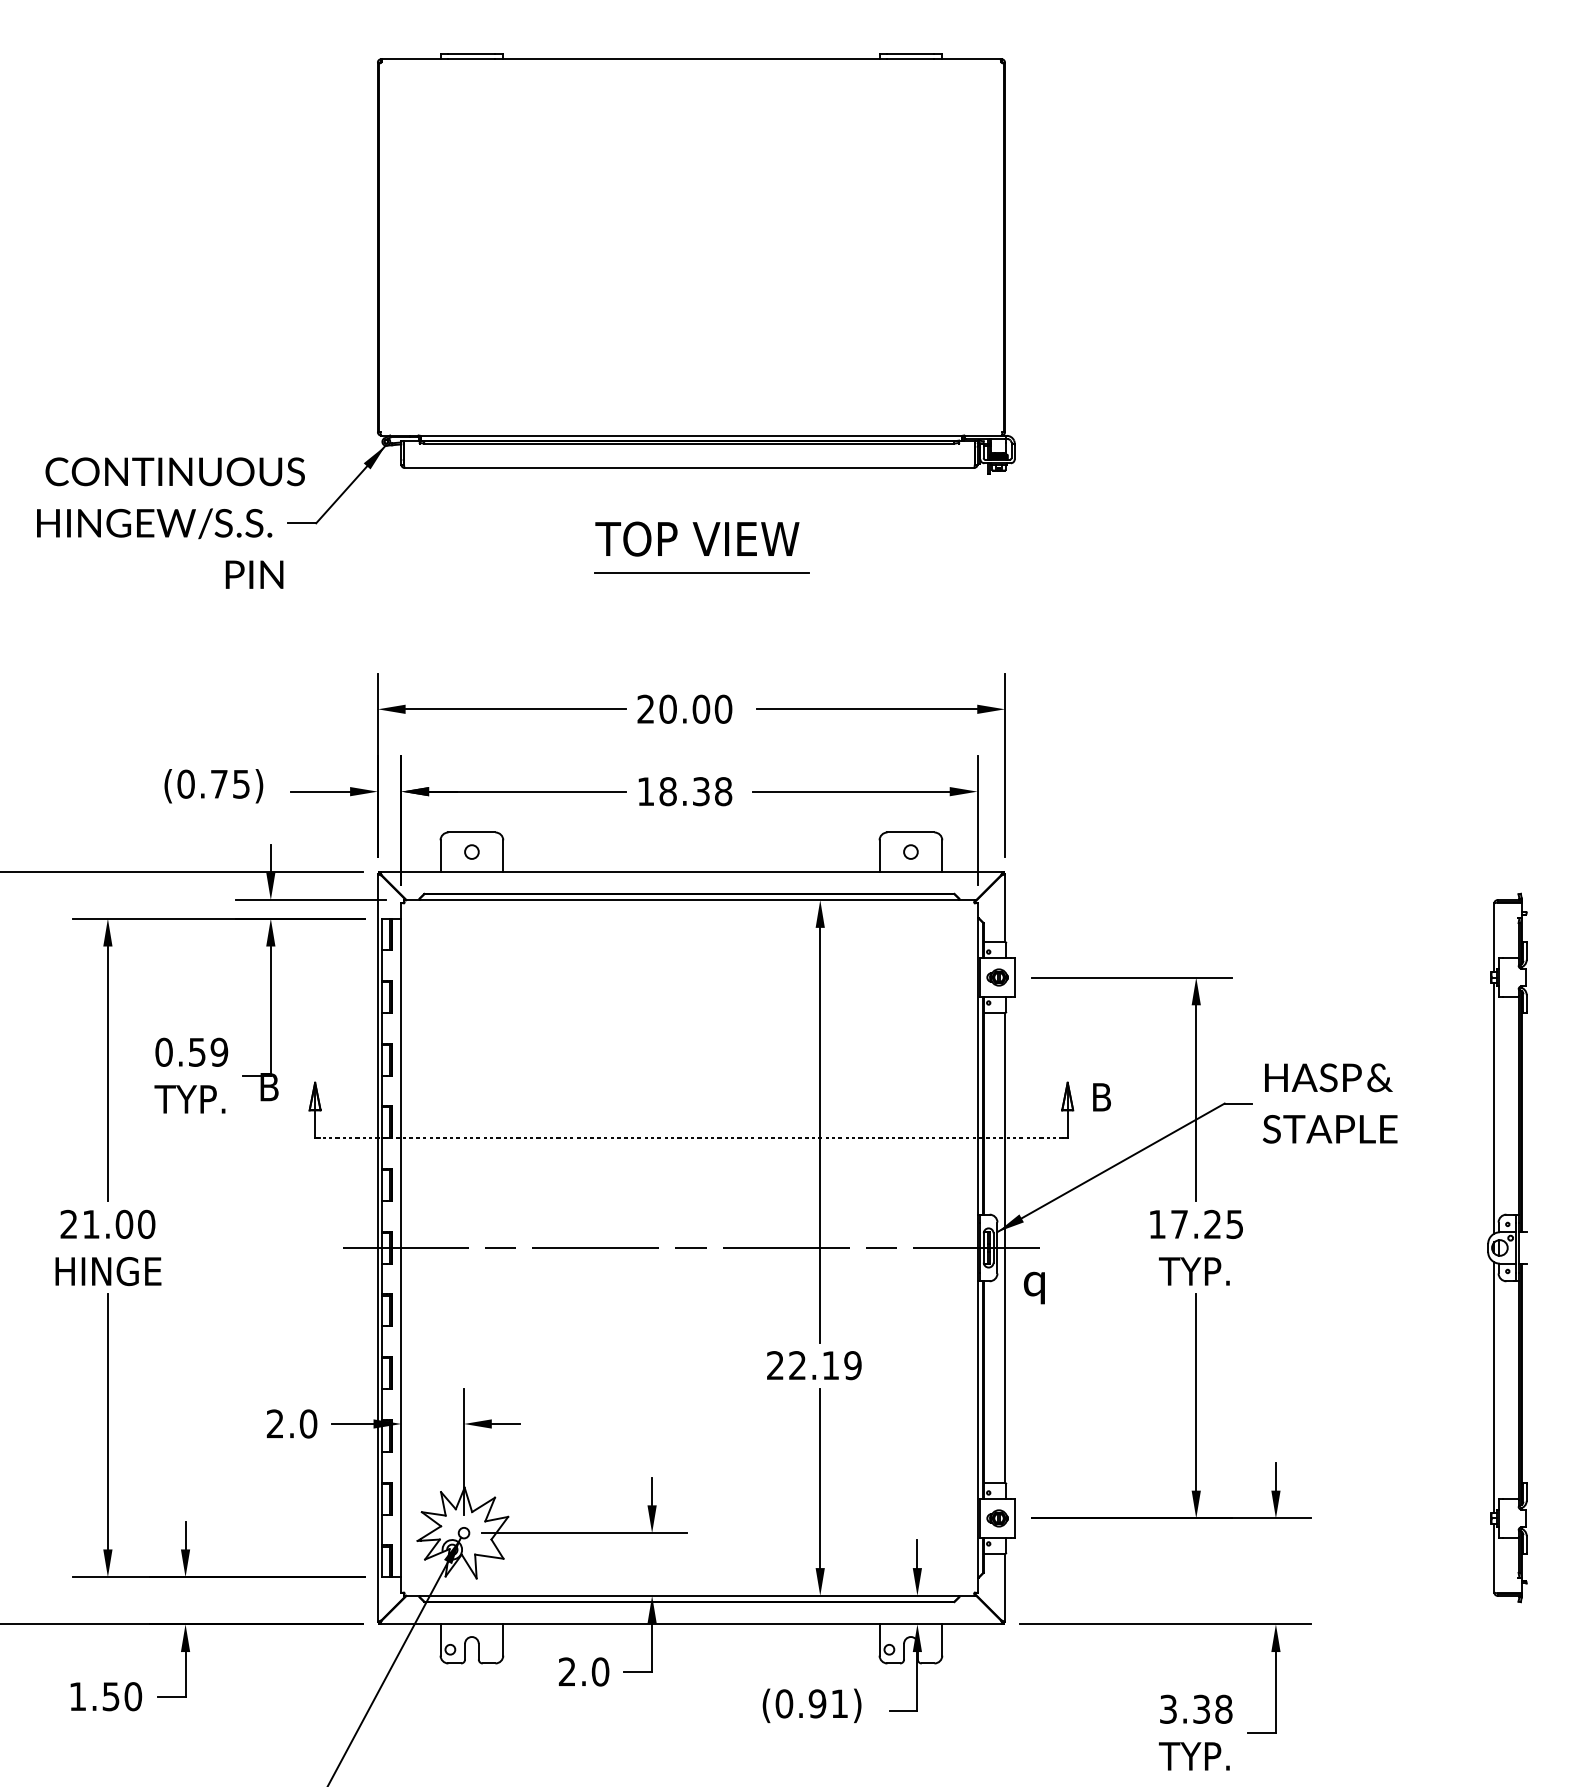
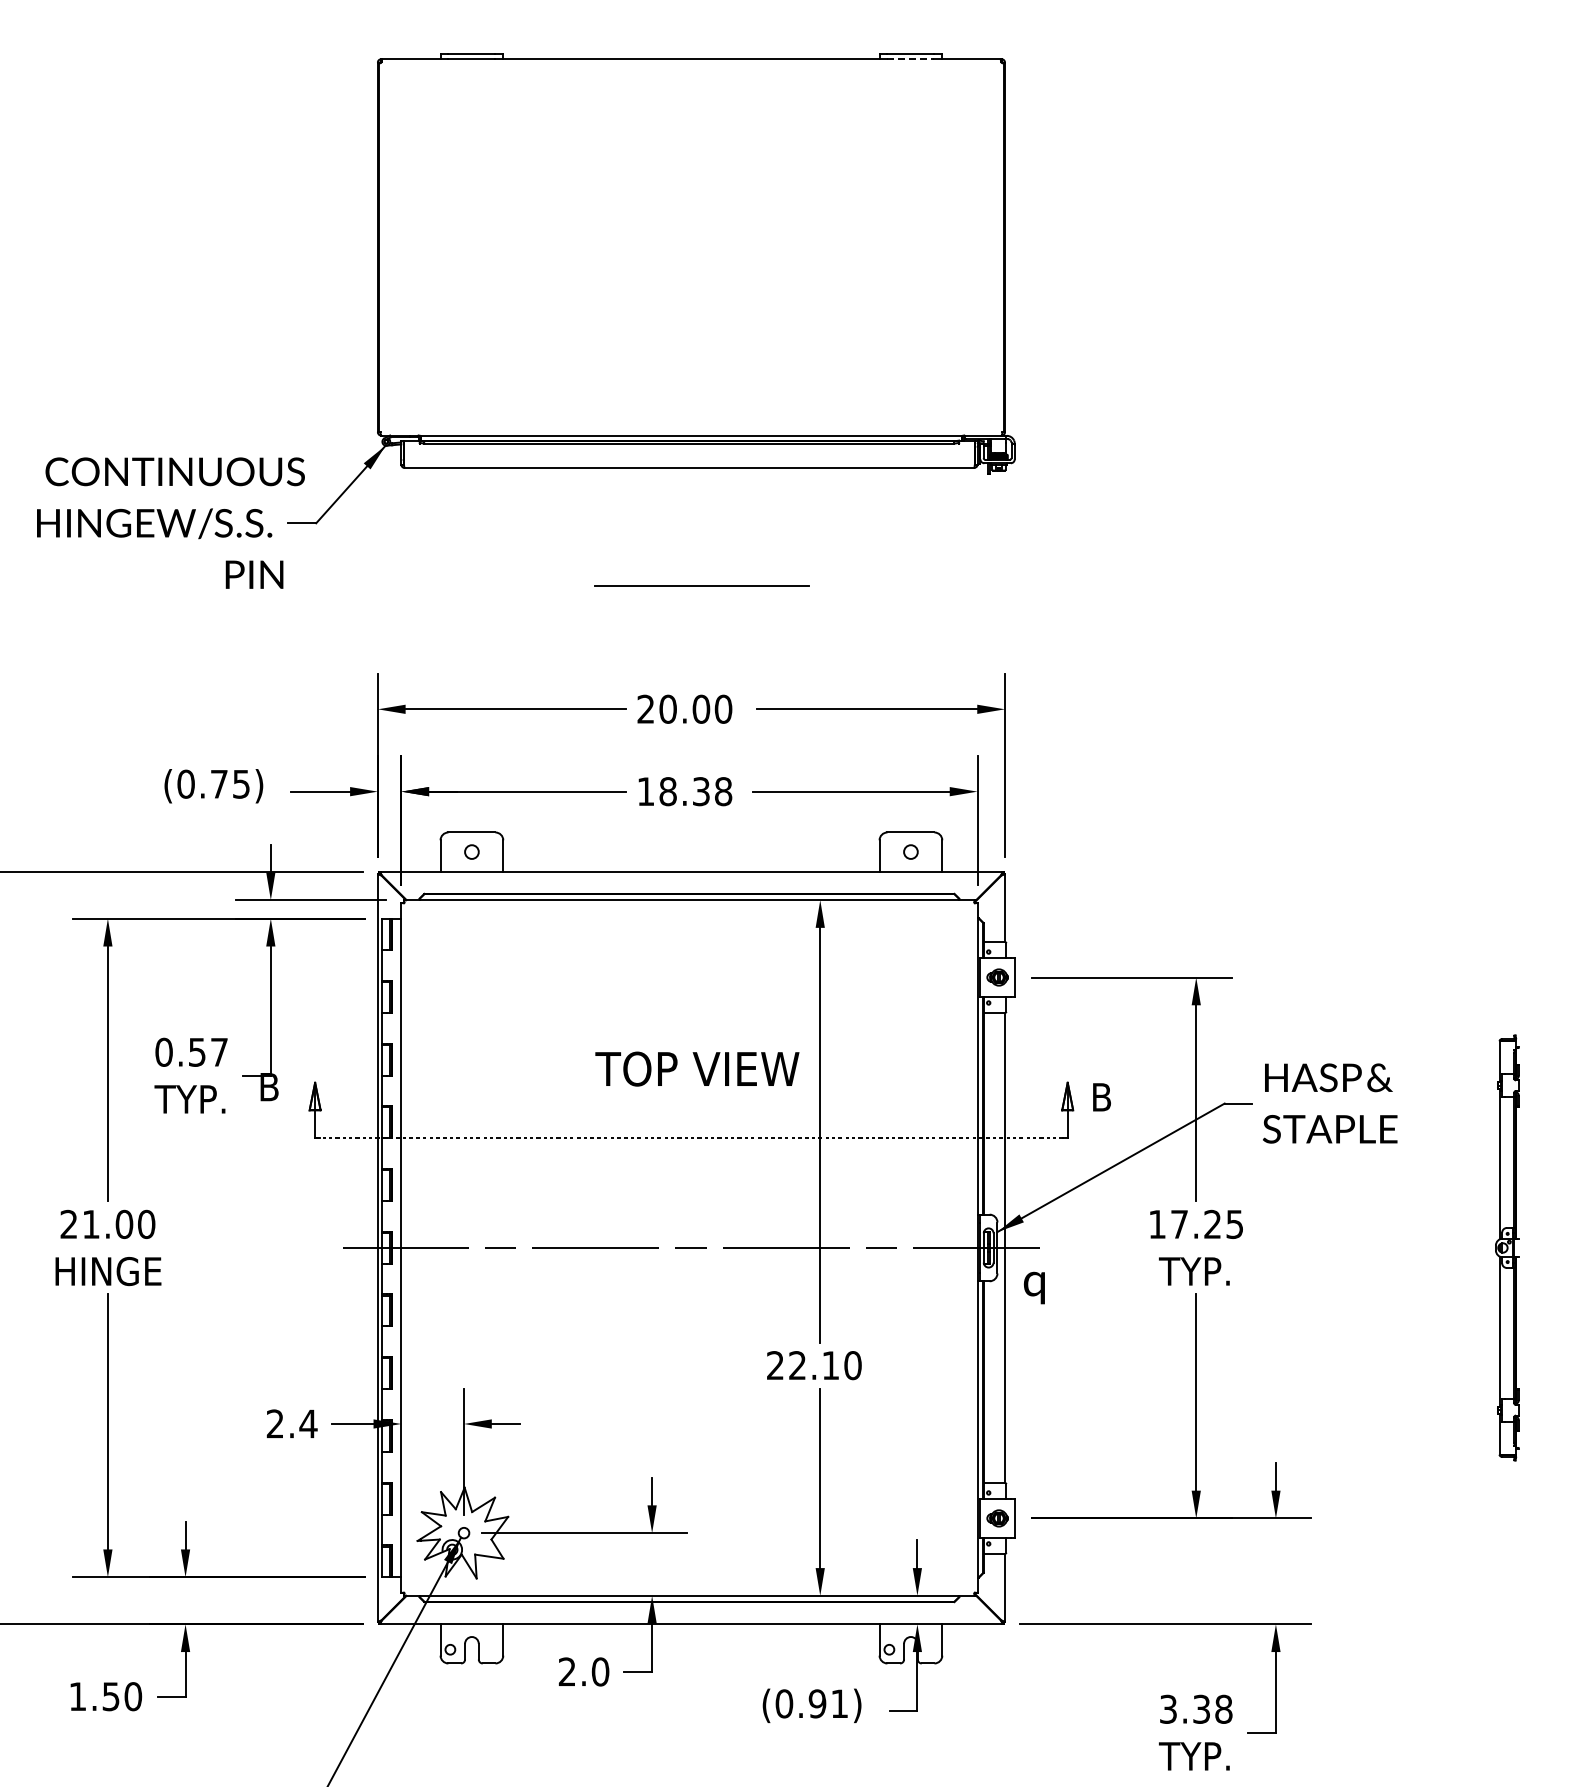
line at (910, 59): solid -> dashed
text at (697, 538) position: (697, 538) -> (697, 1068)
line at (701, 572) position: (701, 572) -> (701, 585)
text at (219, 1051): 0.59 -> 0.57
part at (1507, 1247) size: 41x712 px -> 25x428 px
text at (852, 1365): 22.19 -> 22.10
text at (308, 1423): 2.0 -> 2.4
